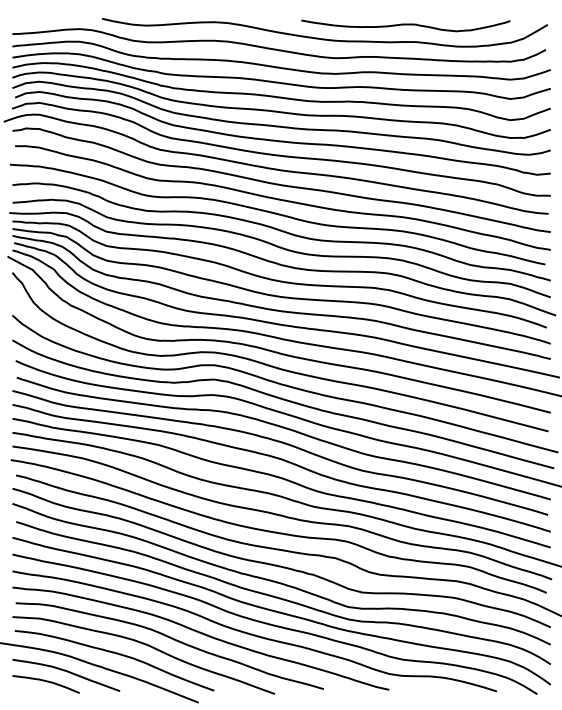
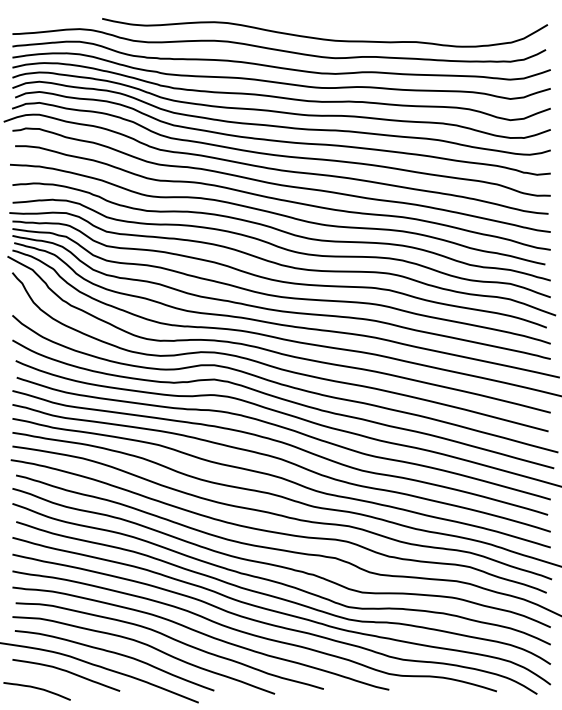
curve at (405, 25): present -> none
curve at (46, 682) position: (46, 682) -> (37, 689)
